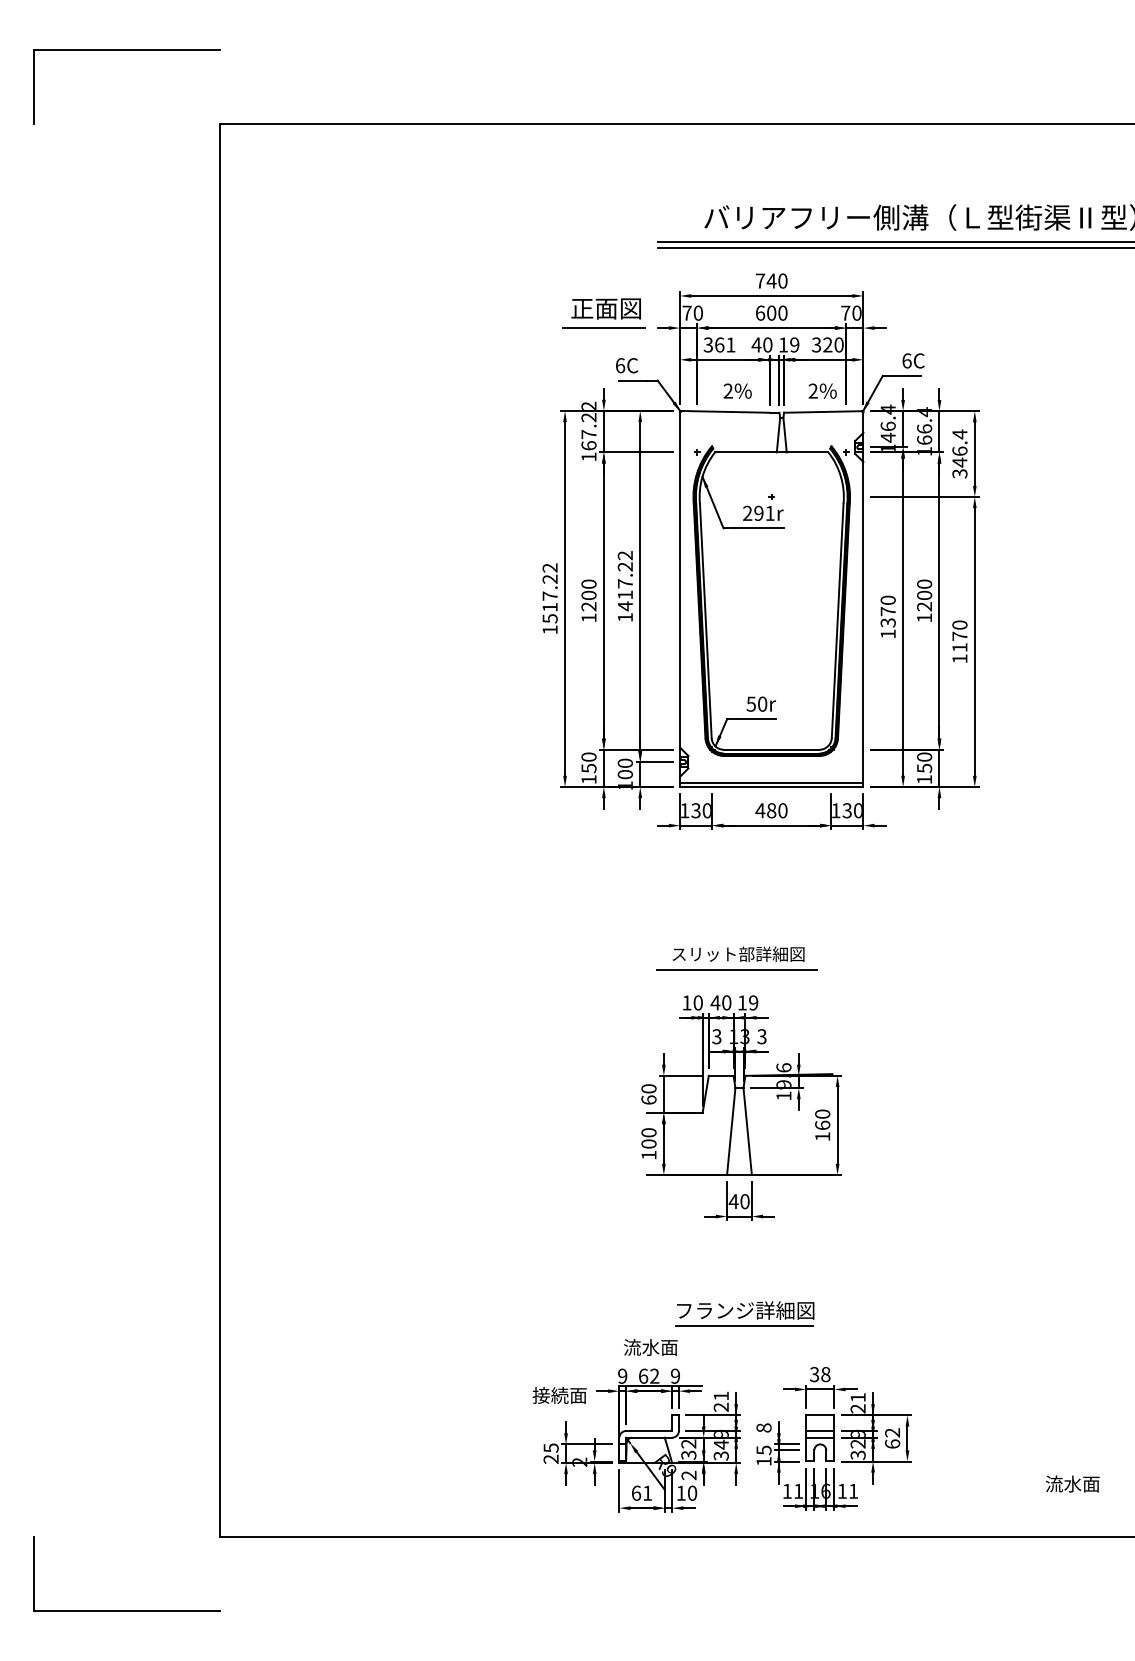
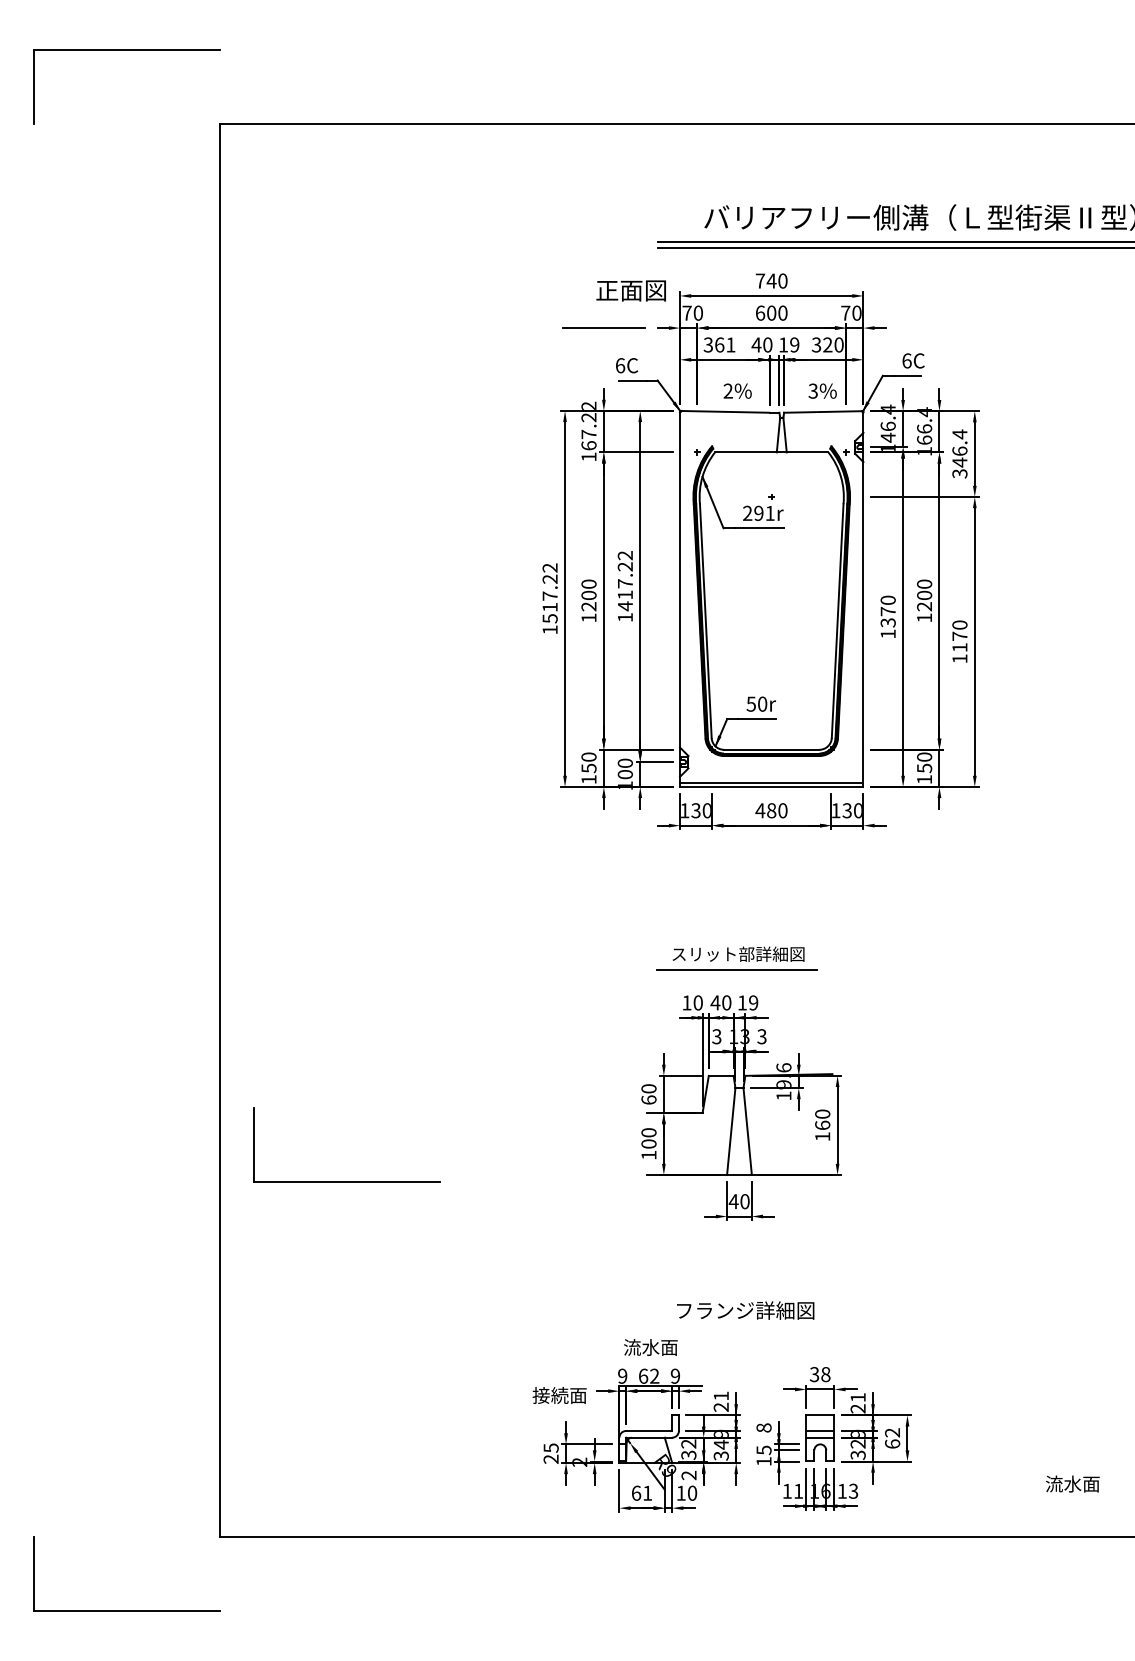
text at (605, 308) position: (605, 308) -> (630, 290)
text at (812, 391): 2% -> 3%
part at (346, 1181): none -> present
line at (744, 1325): present -> none
text at (853, 1490): 11 -> 13
